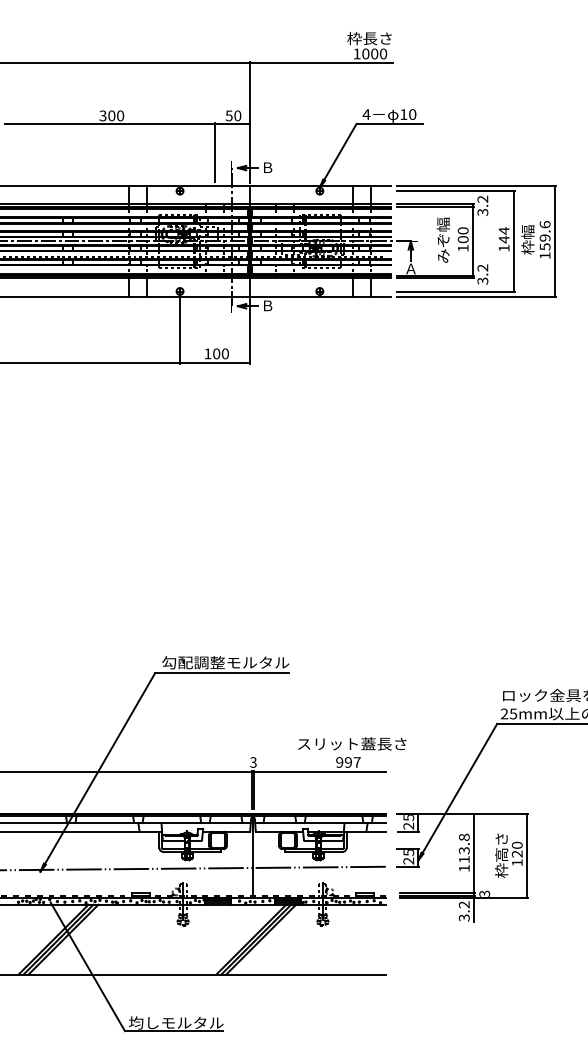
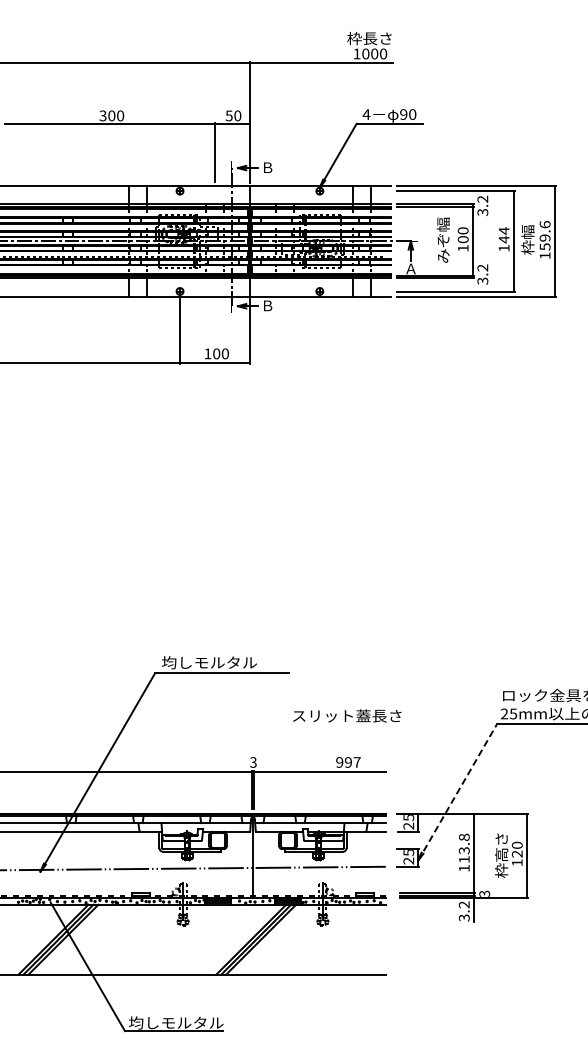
text at (403, 114): 10 -> 90
text at (225, 662): 勾配調整モルタル -> 均しモルタル
text at (352, 743) position: (352, 743) -> (347, 715)
line at (457, 792): solid -> dashed
